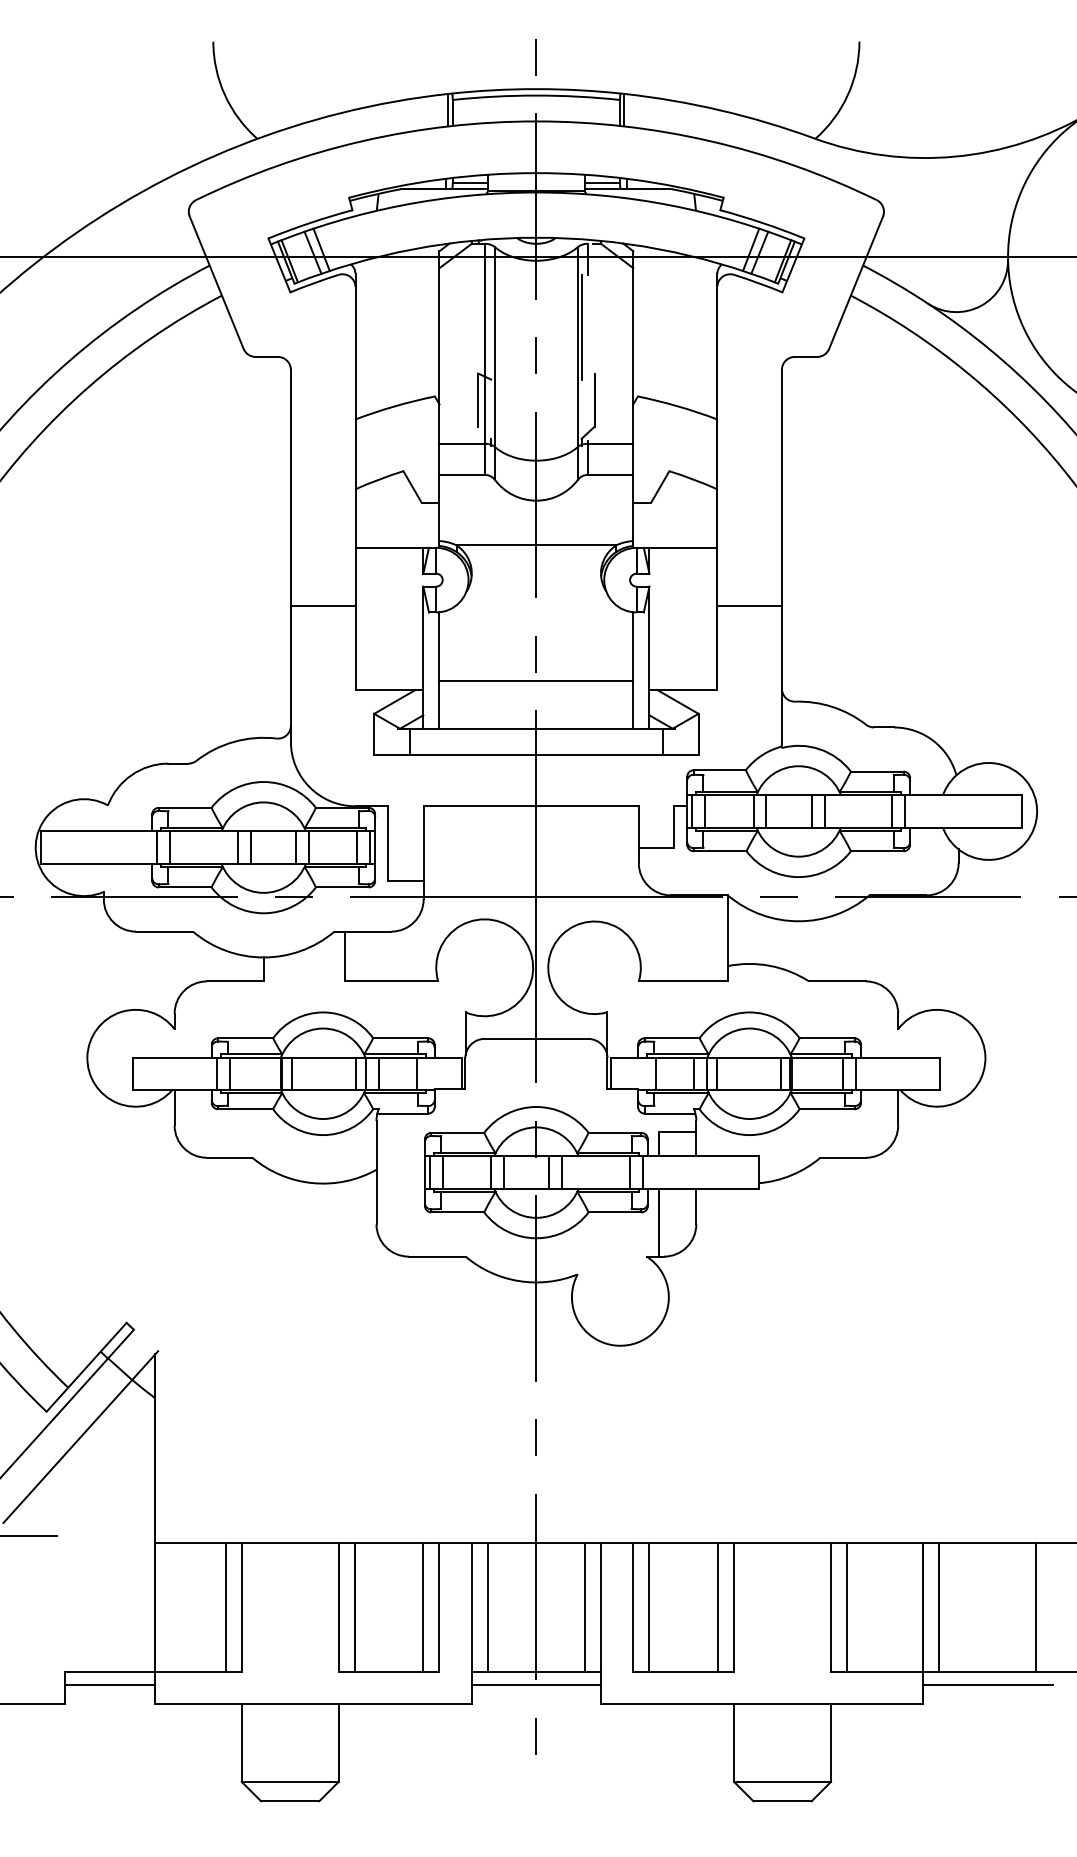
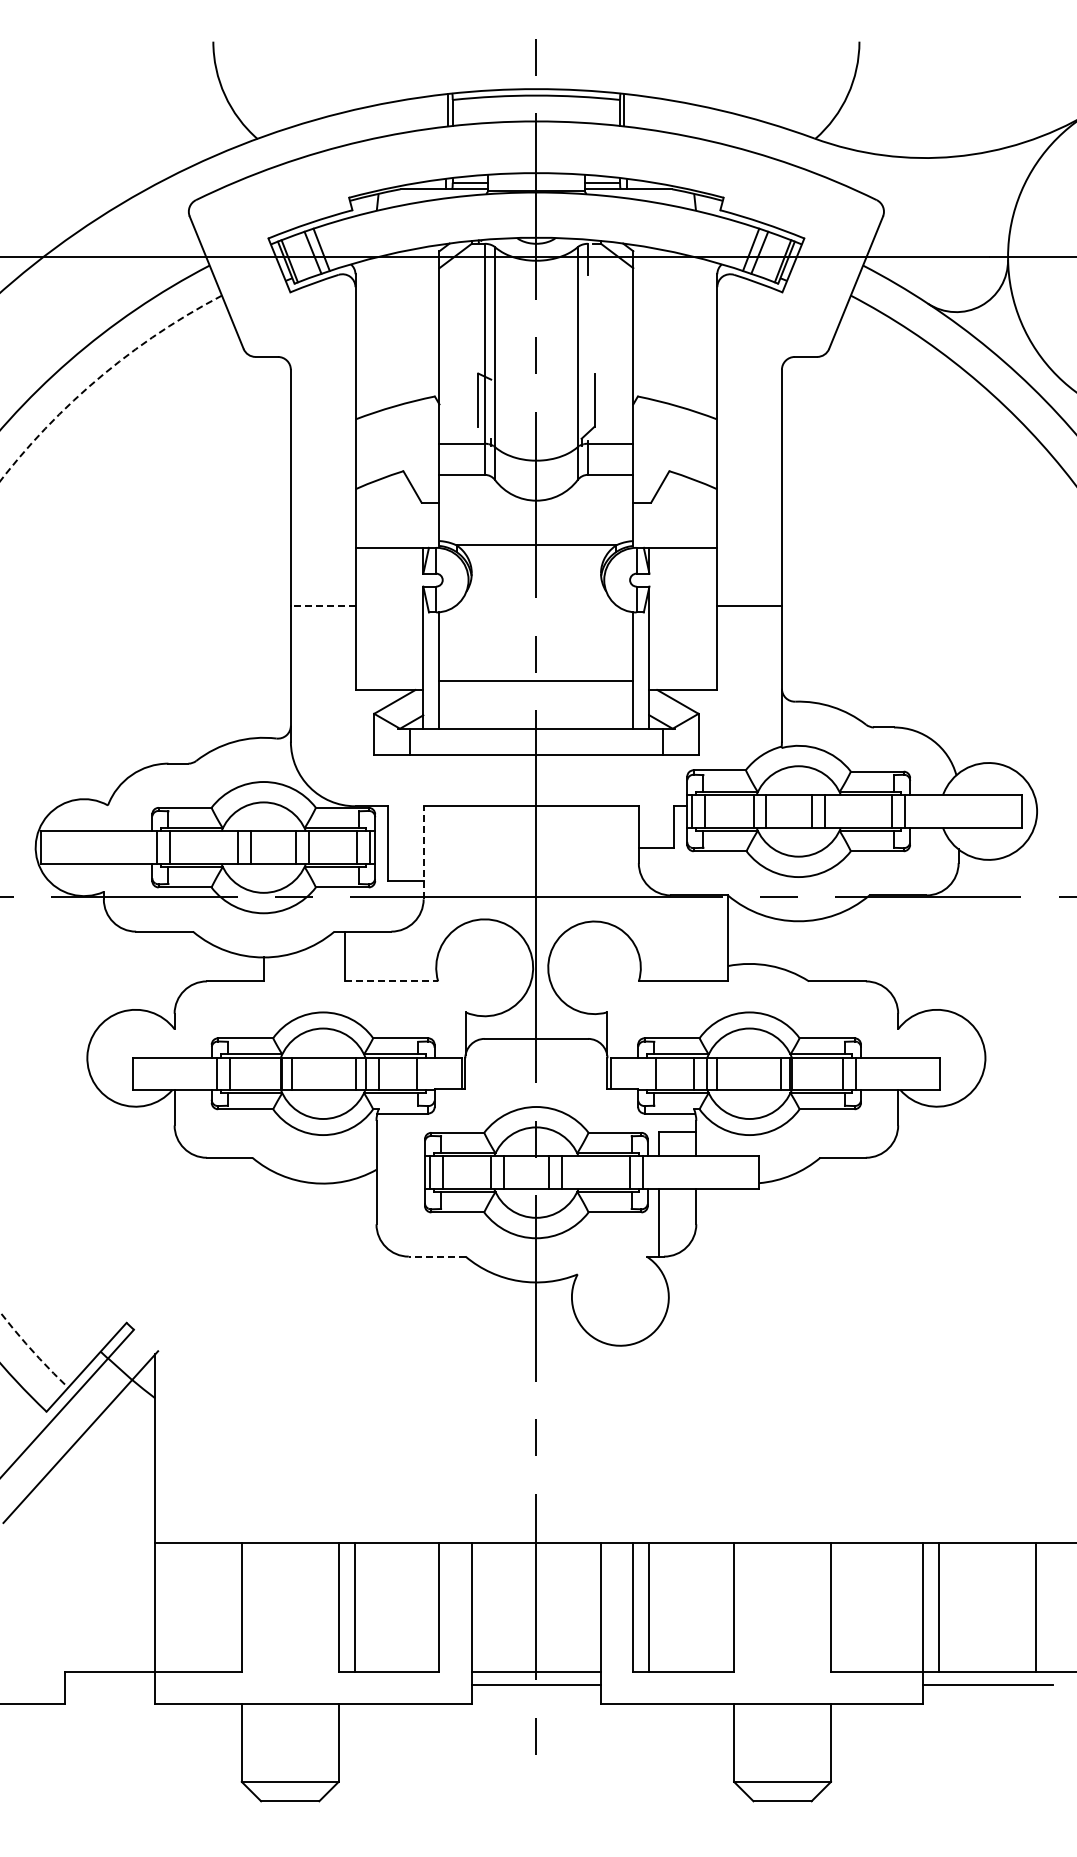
line at (581, 327): present -> none
arc at (64, 409): solid -> dashed
line at (322, 606): solid -> dashed
line at (423, 852): solid -> dashed
line at (391, 981): solid -> dashed
line at (436, 1256): solid -> dashed
line at (30, 1536): present -> none
line at (225, 1607): present -> none
line at (423, 1607): present -> none
line at (487, 1607): present -> none
line at (584, 1607): present -> none
line at (717, 1607): present -> none
line at (847, 1607): present -> none
line at (109, 1684): present -> none
